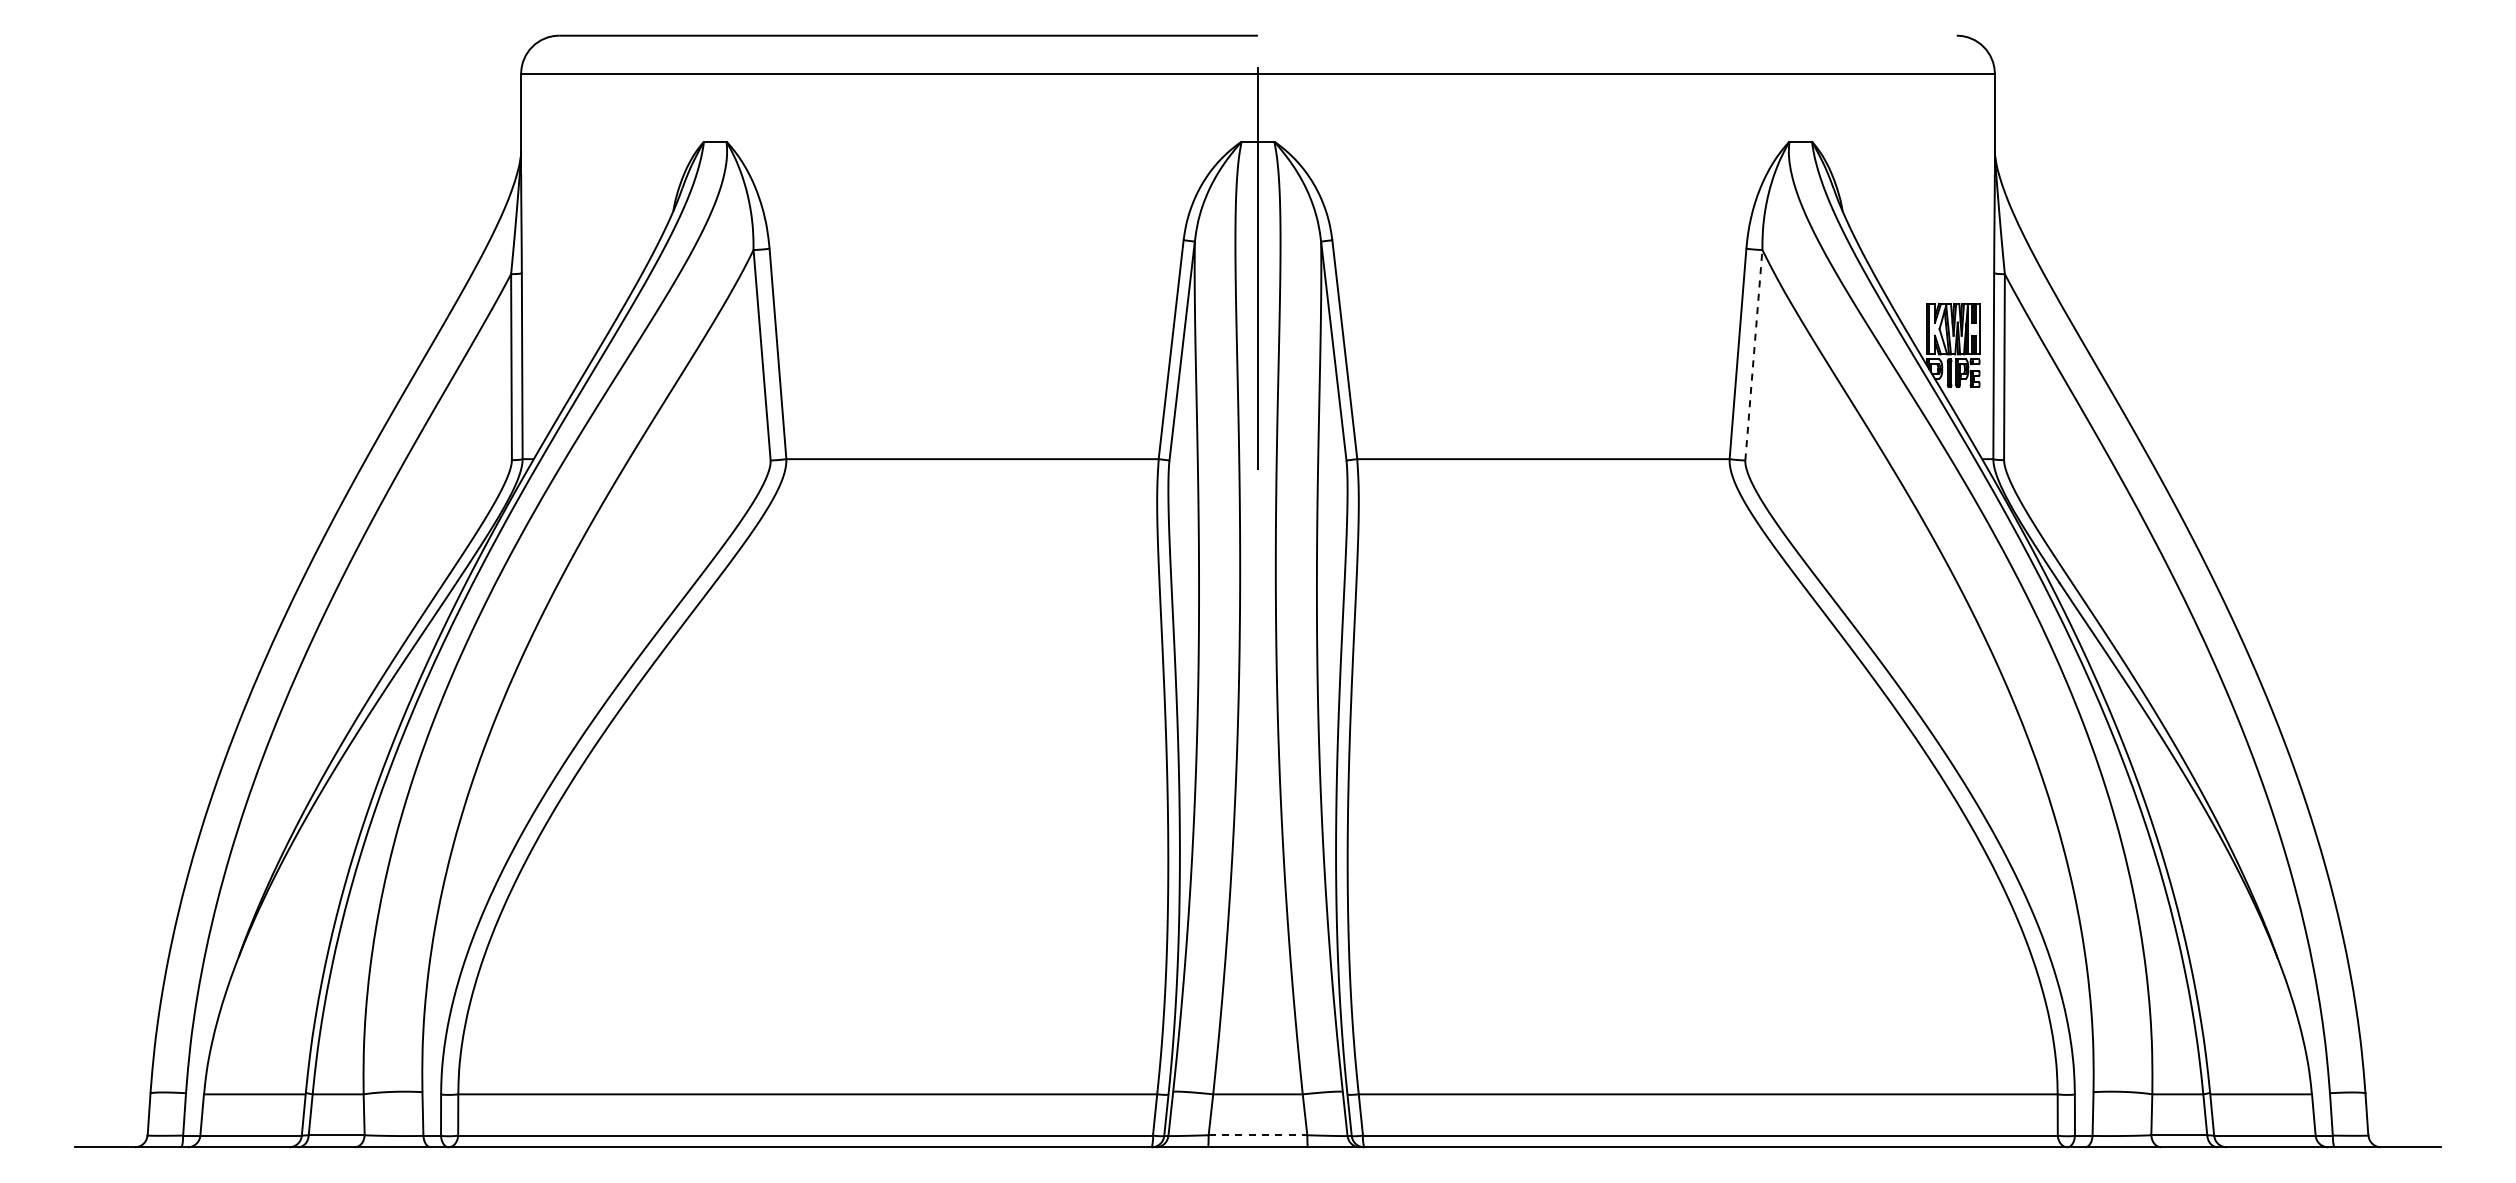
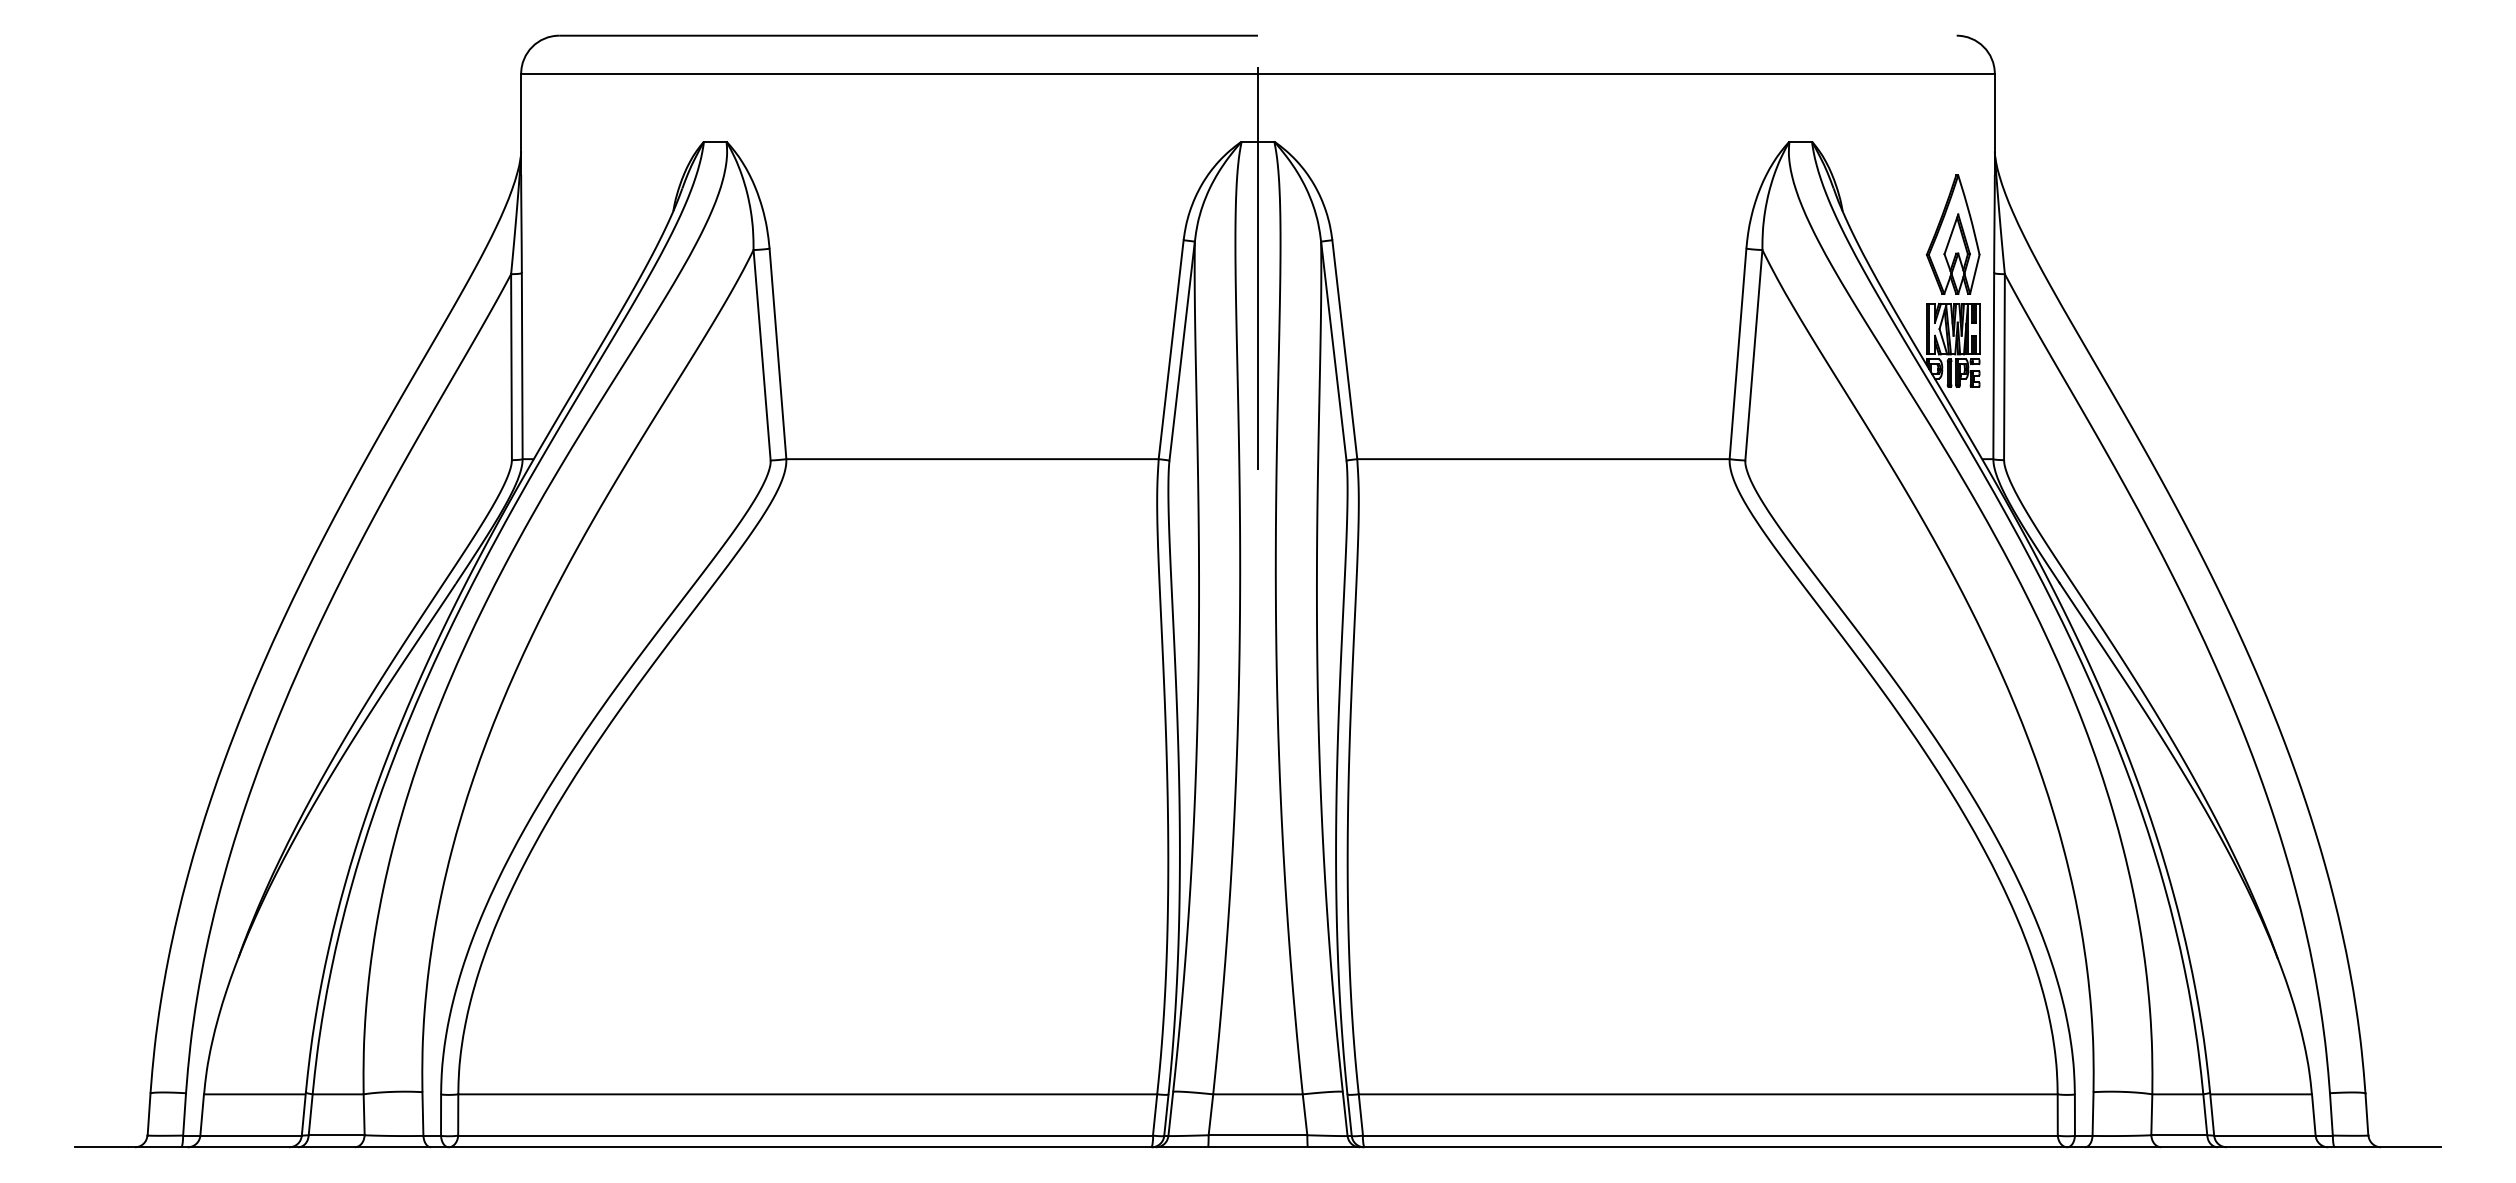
part at (1952, 234): none -> present
line at (1753, 355): dashed -> solid
line at (1258, 1135): dashed -> solid
